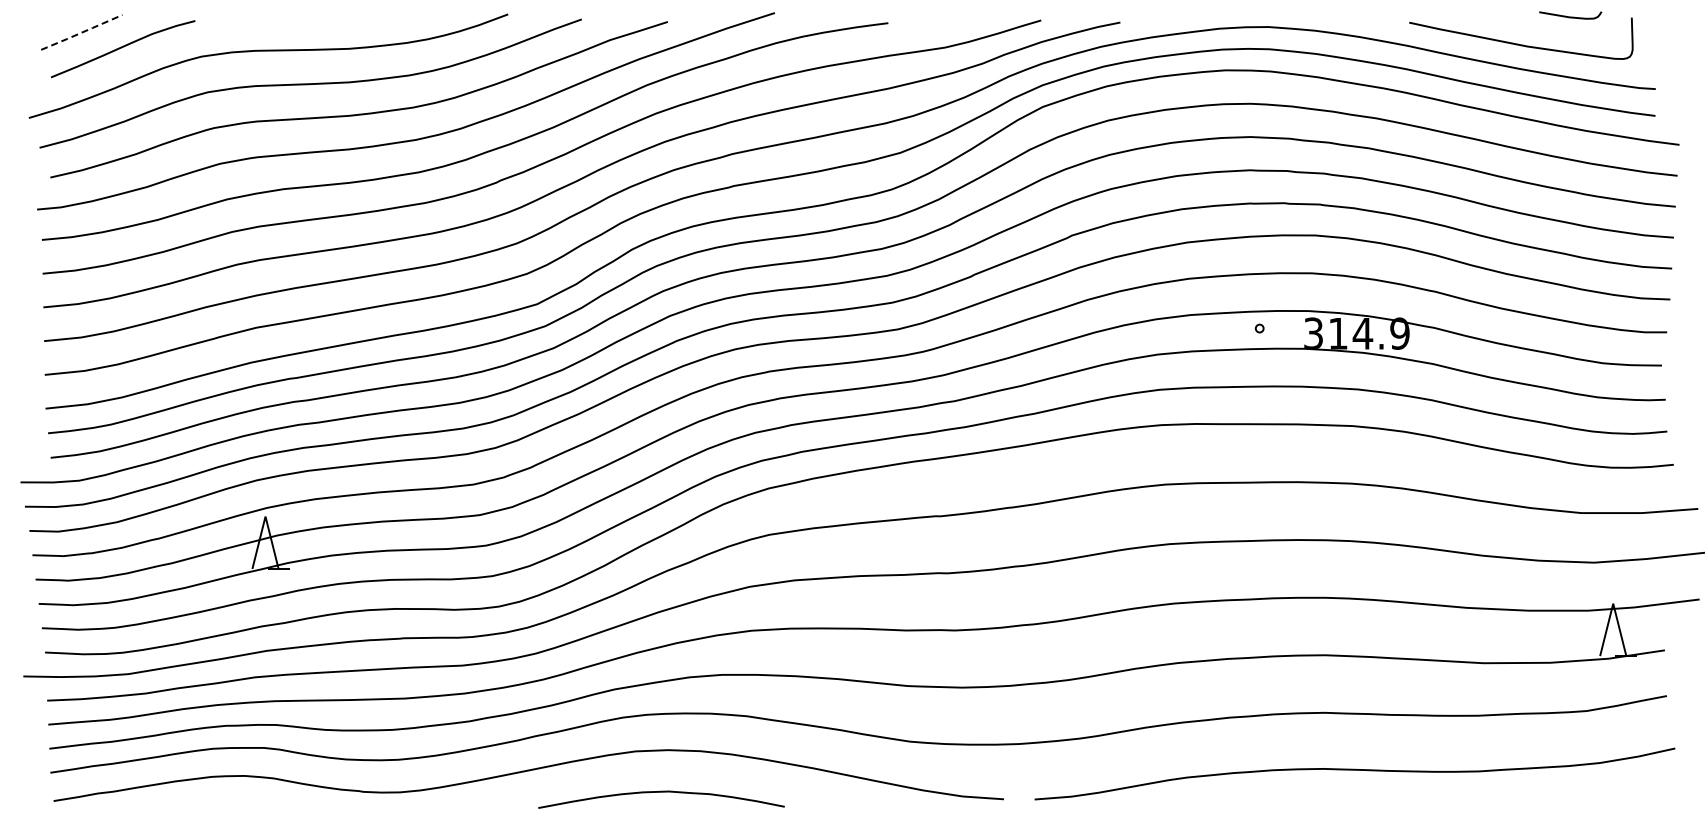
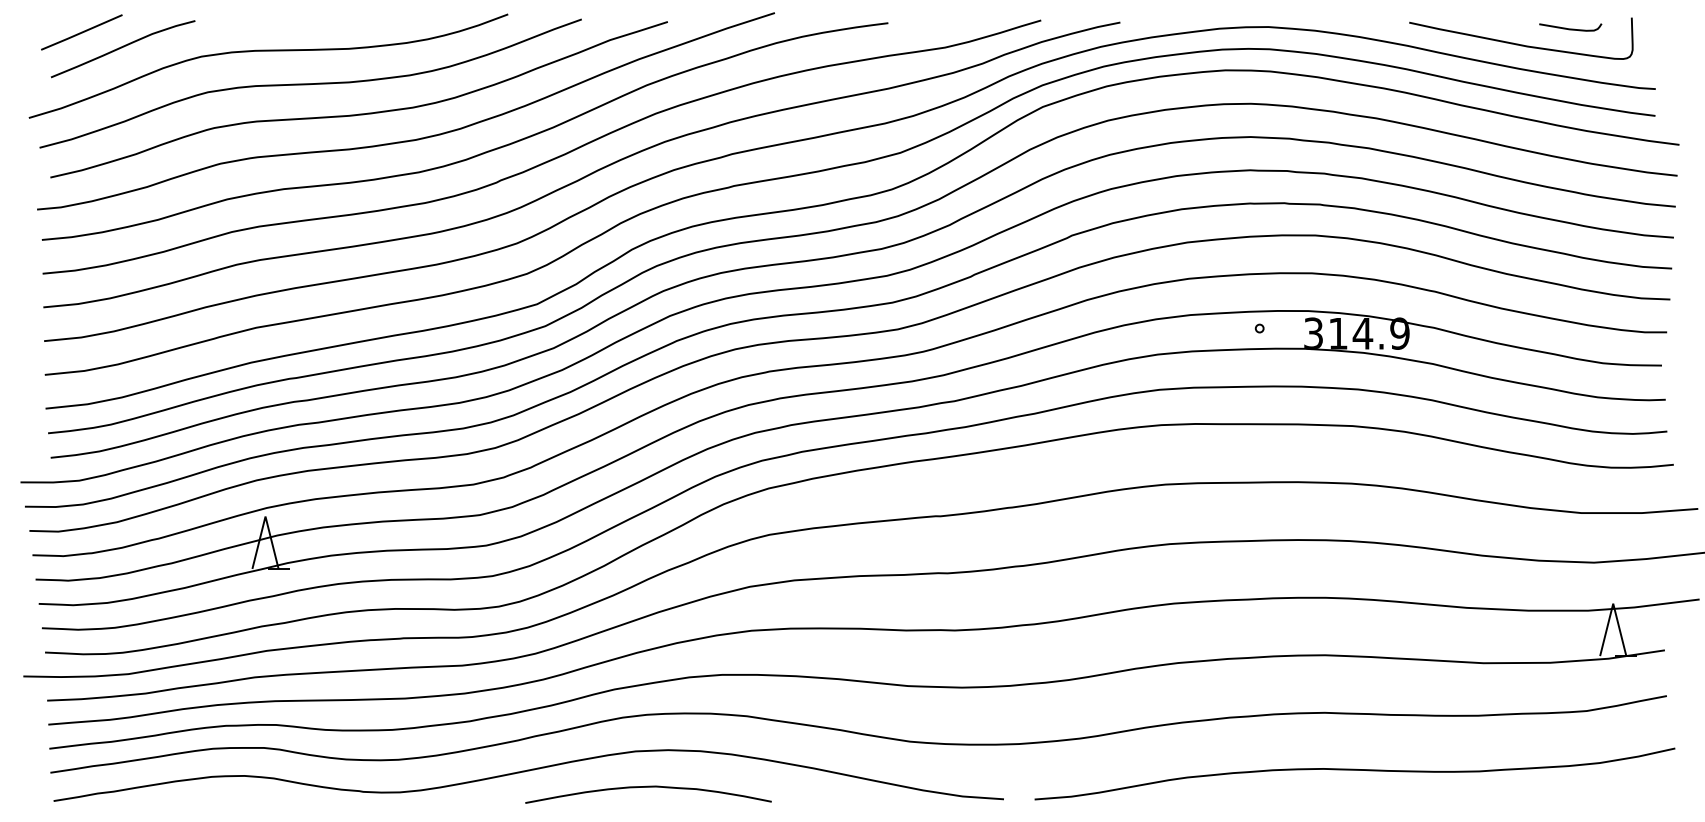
curve at (1570, 16) position: (1570, 16) -> (1570, 28)
line at (81, 32): dashed -> solid
curve at (661, 792) position: (661, 792) -> (648, 787)
